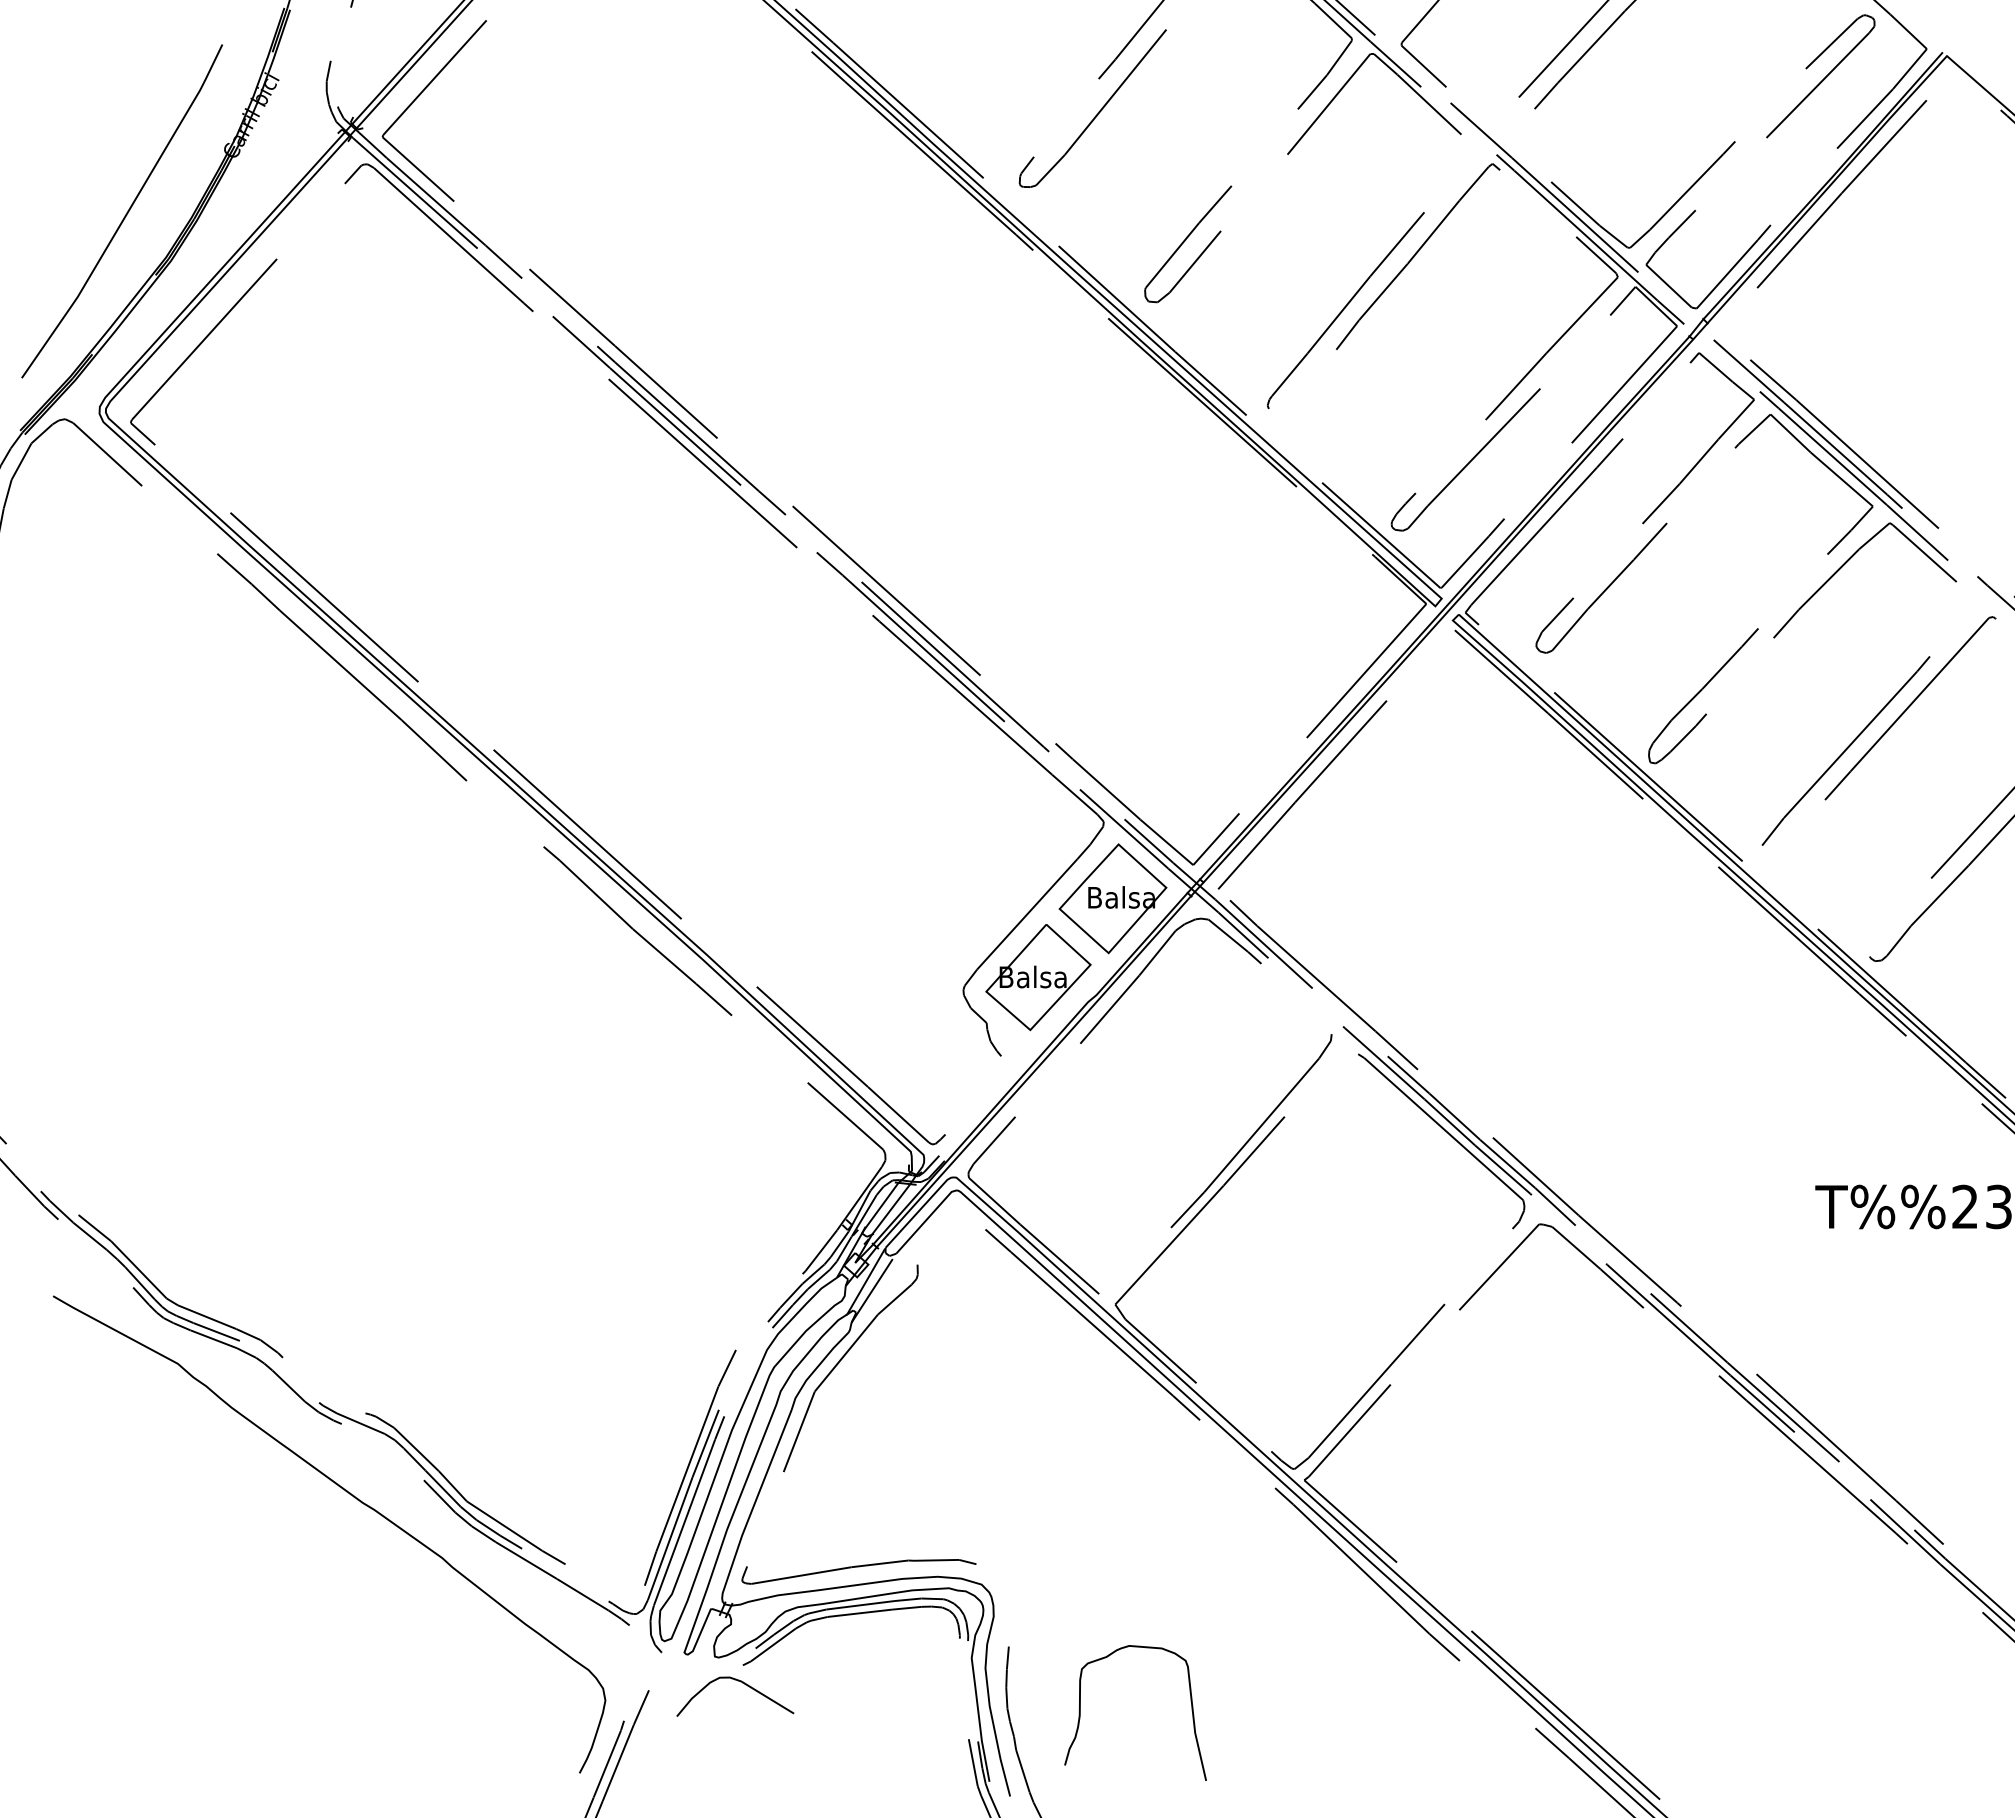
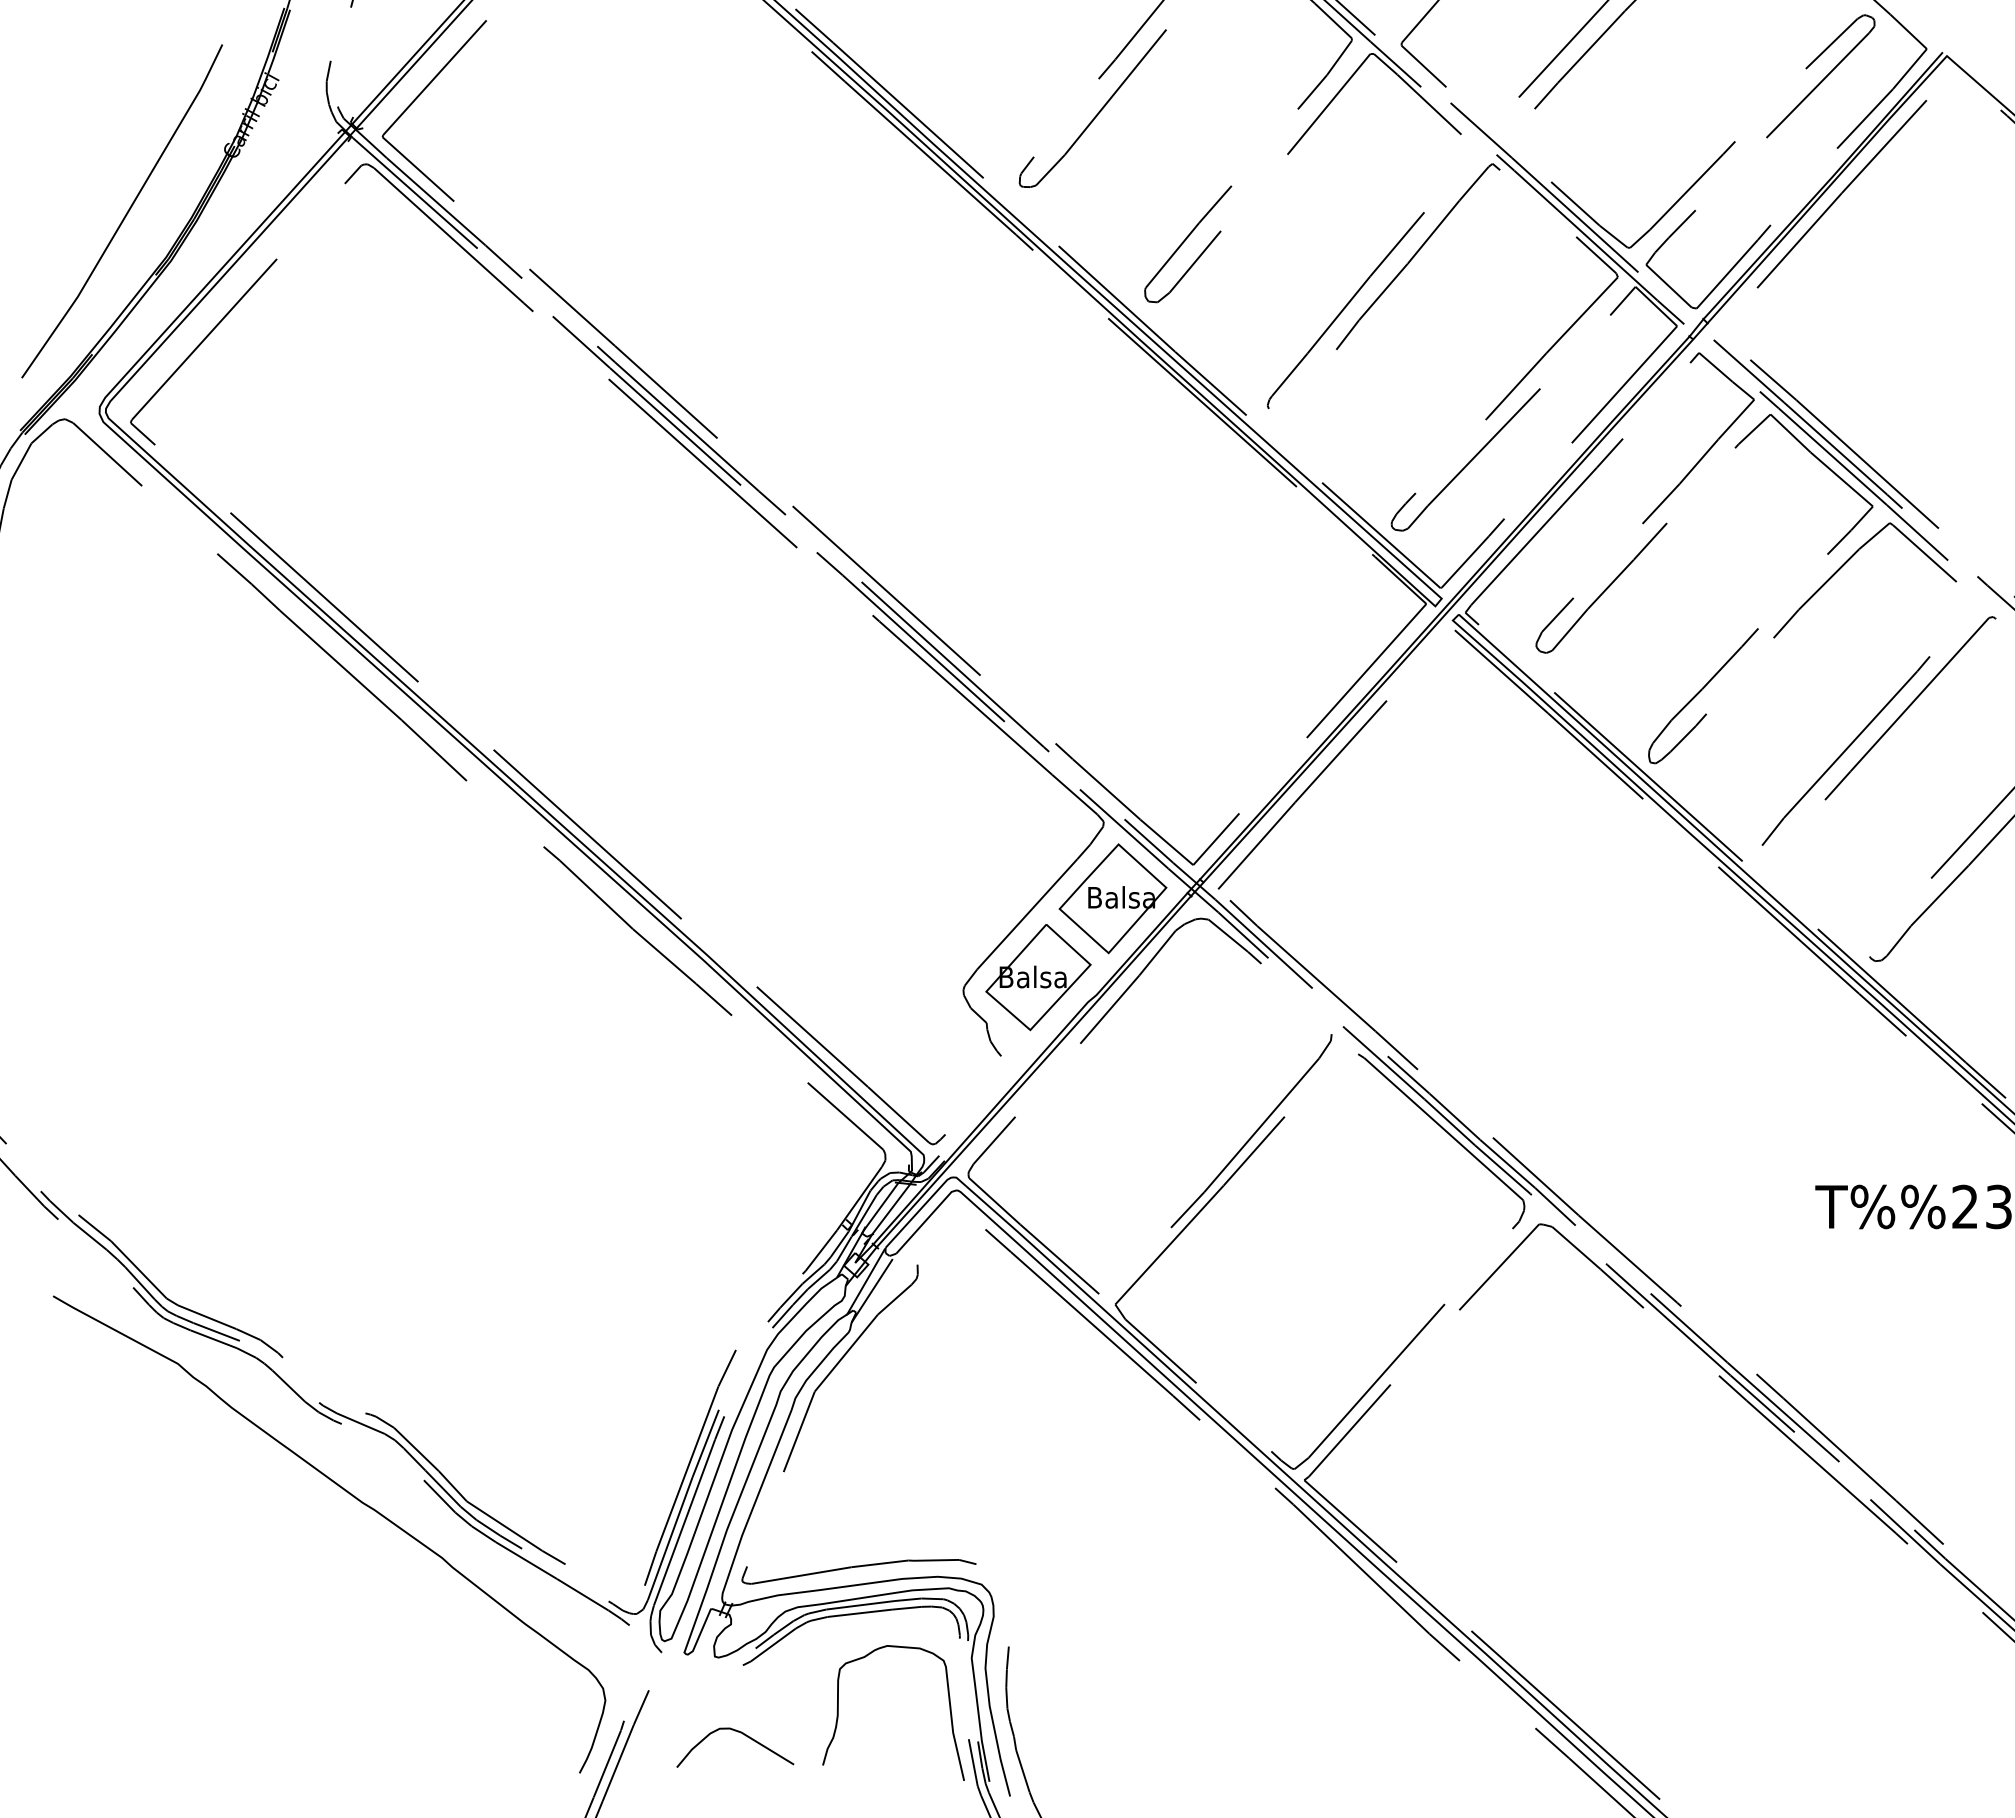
curve at (742, 1683) position: (742, 1683) -> (742, 1734)
curve at (1080, 1712) position: (1080, 1712) -> (838, 1712)
